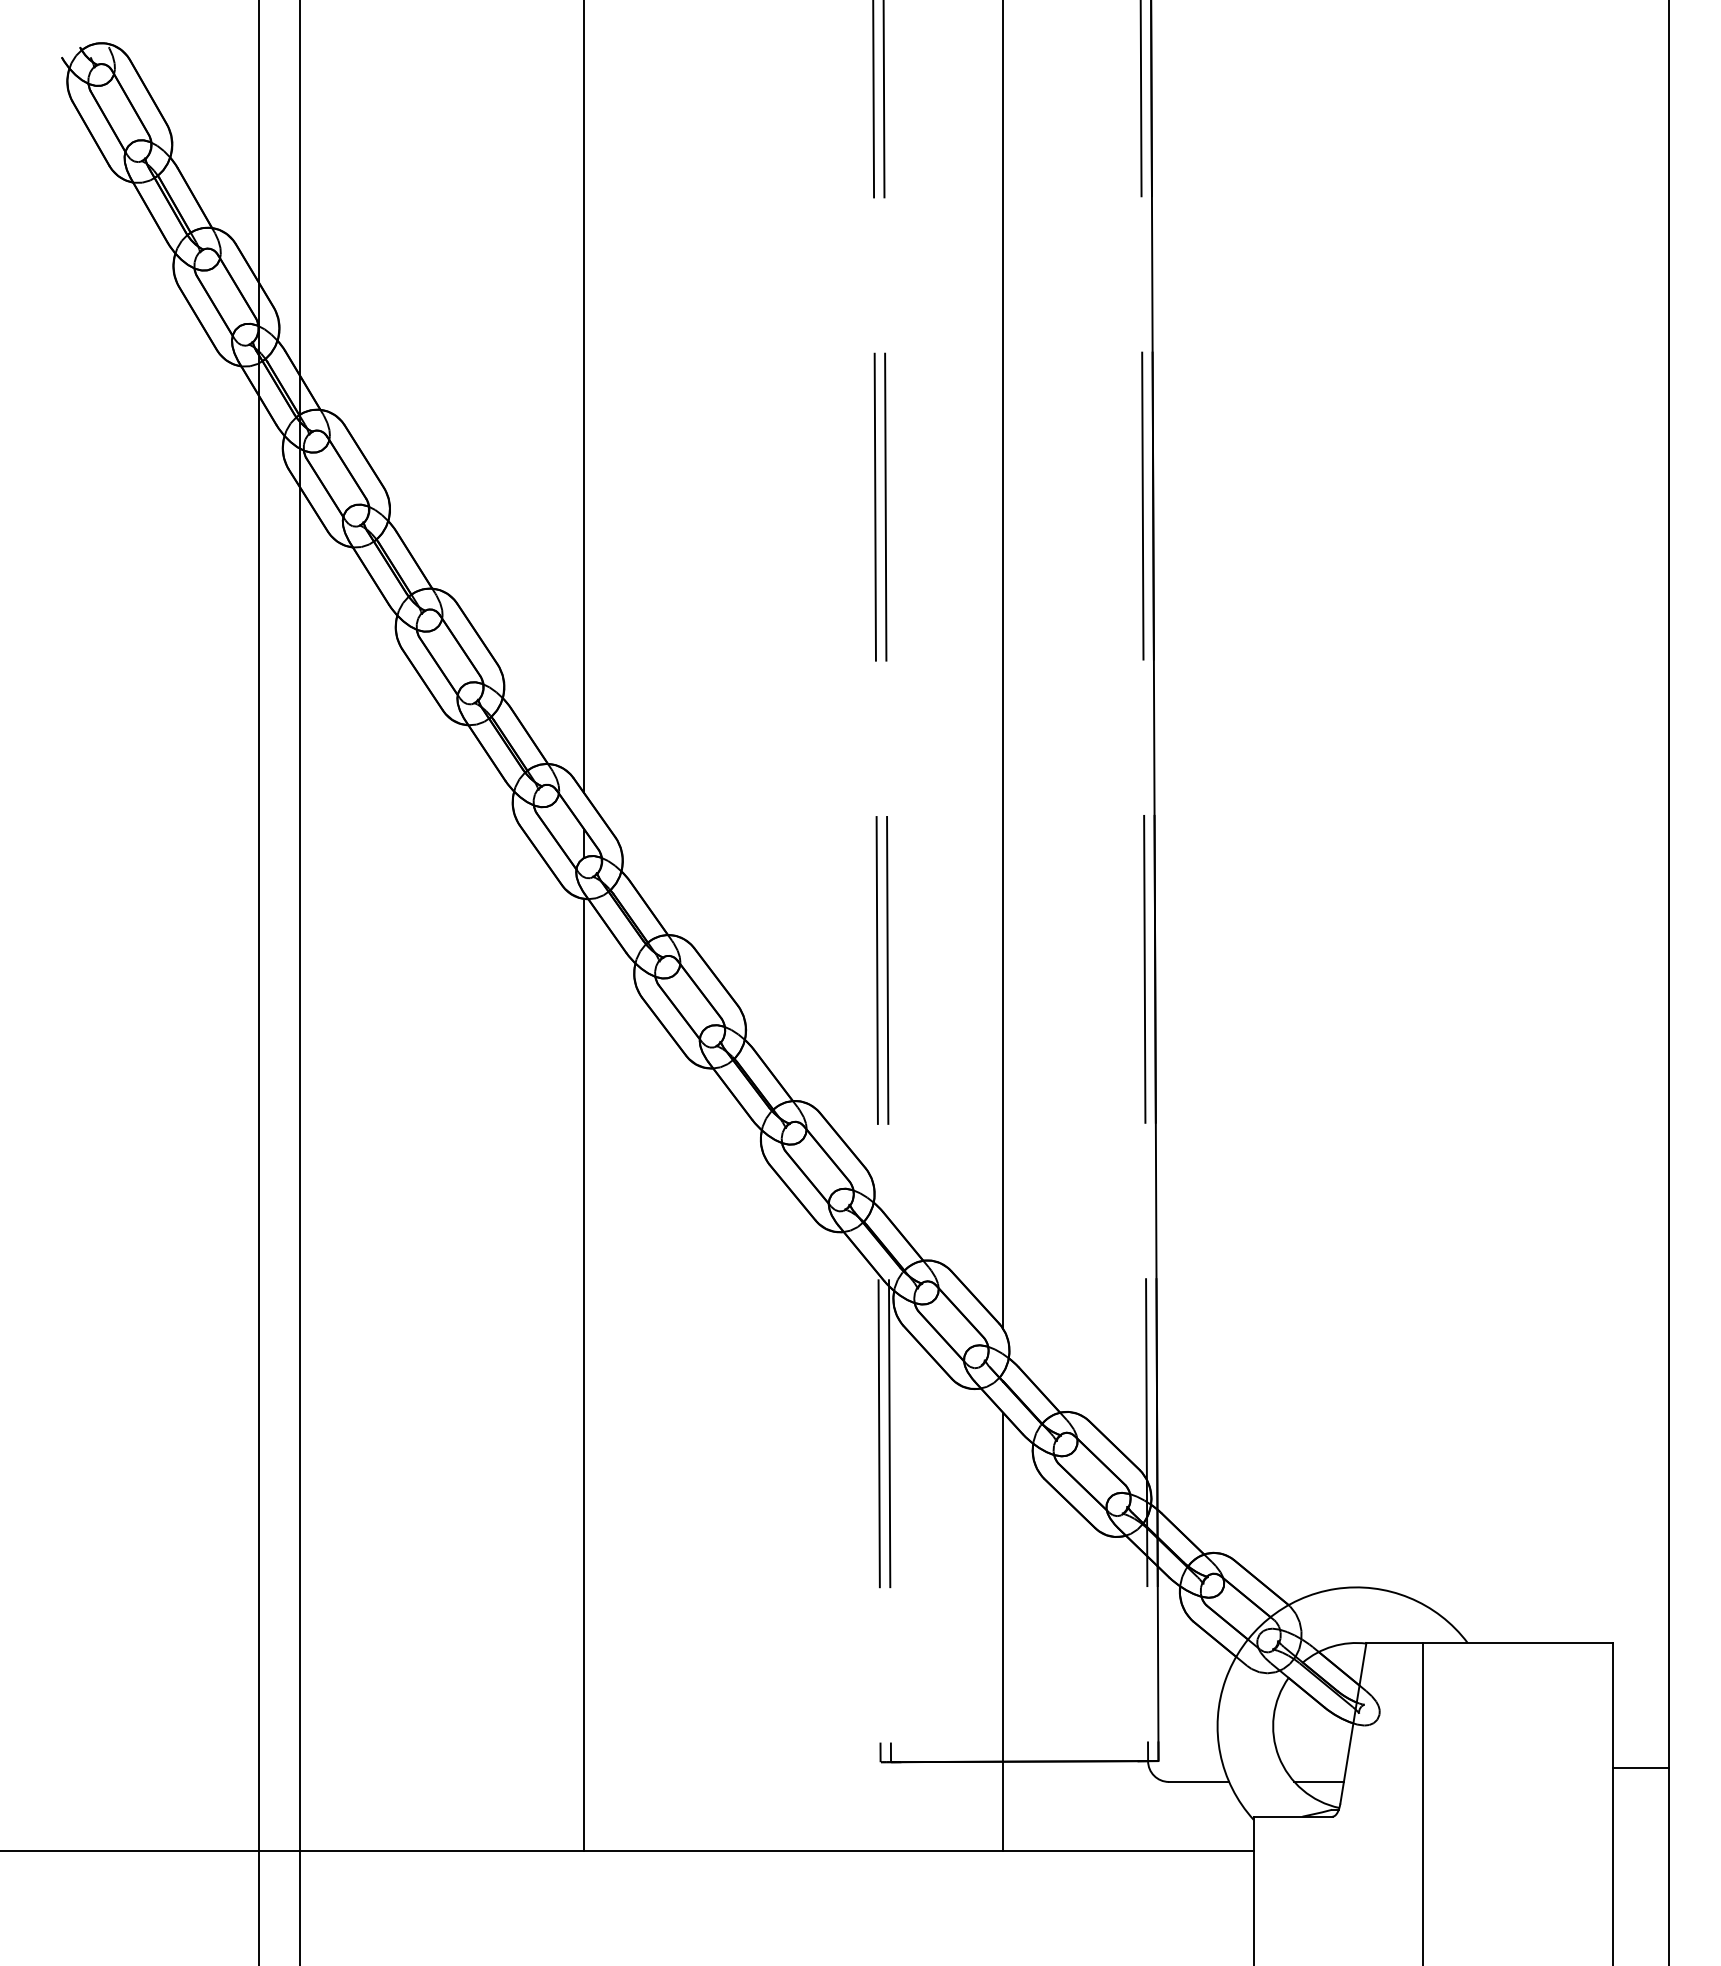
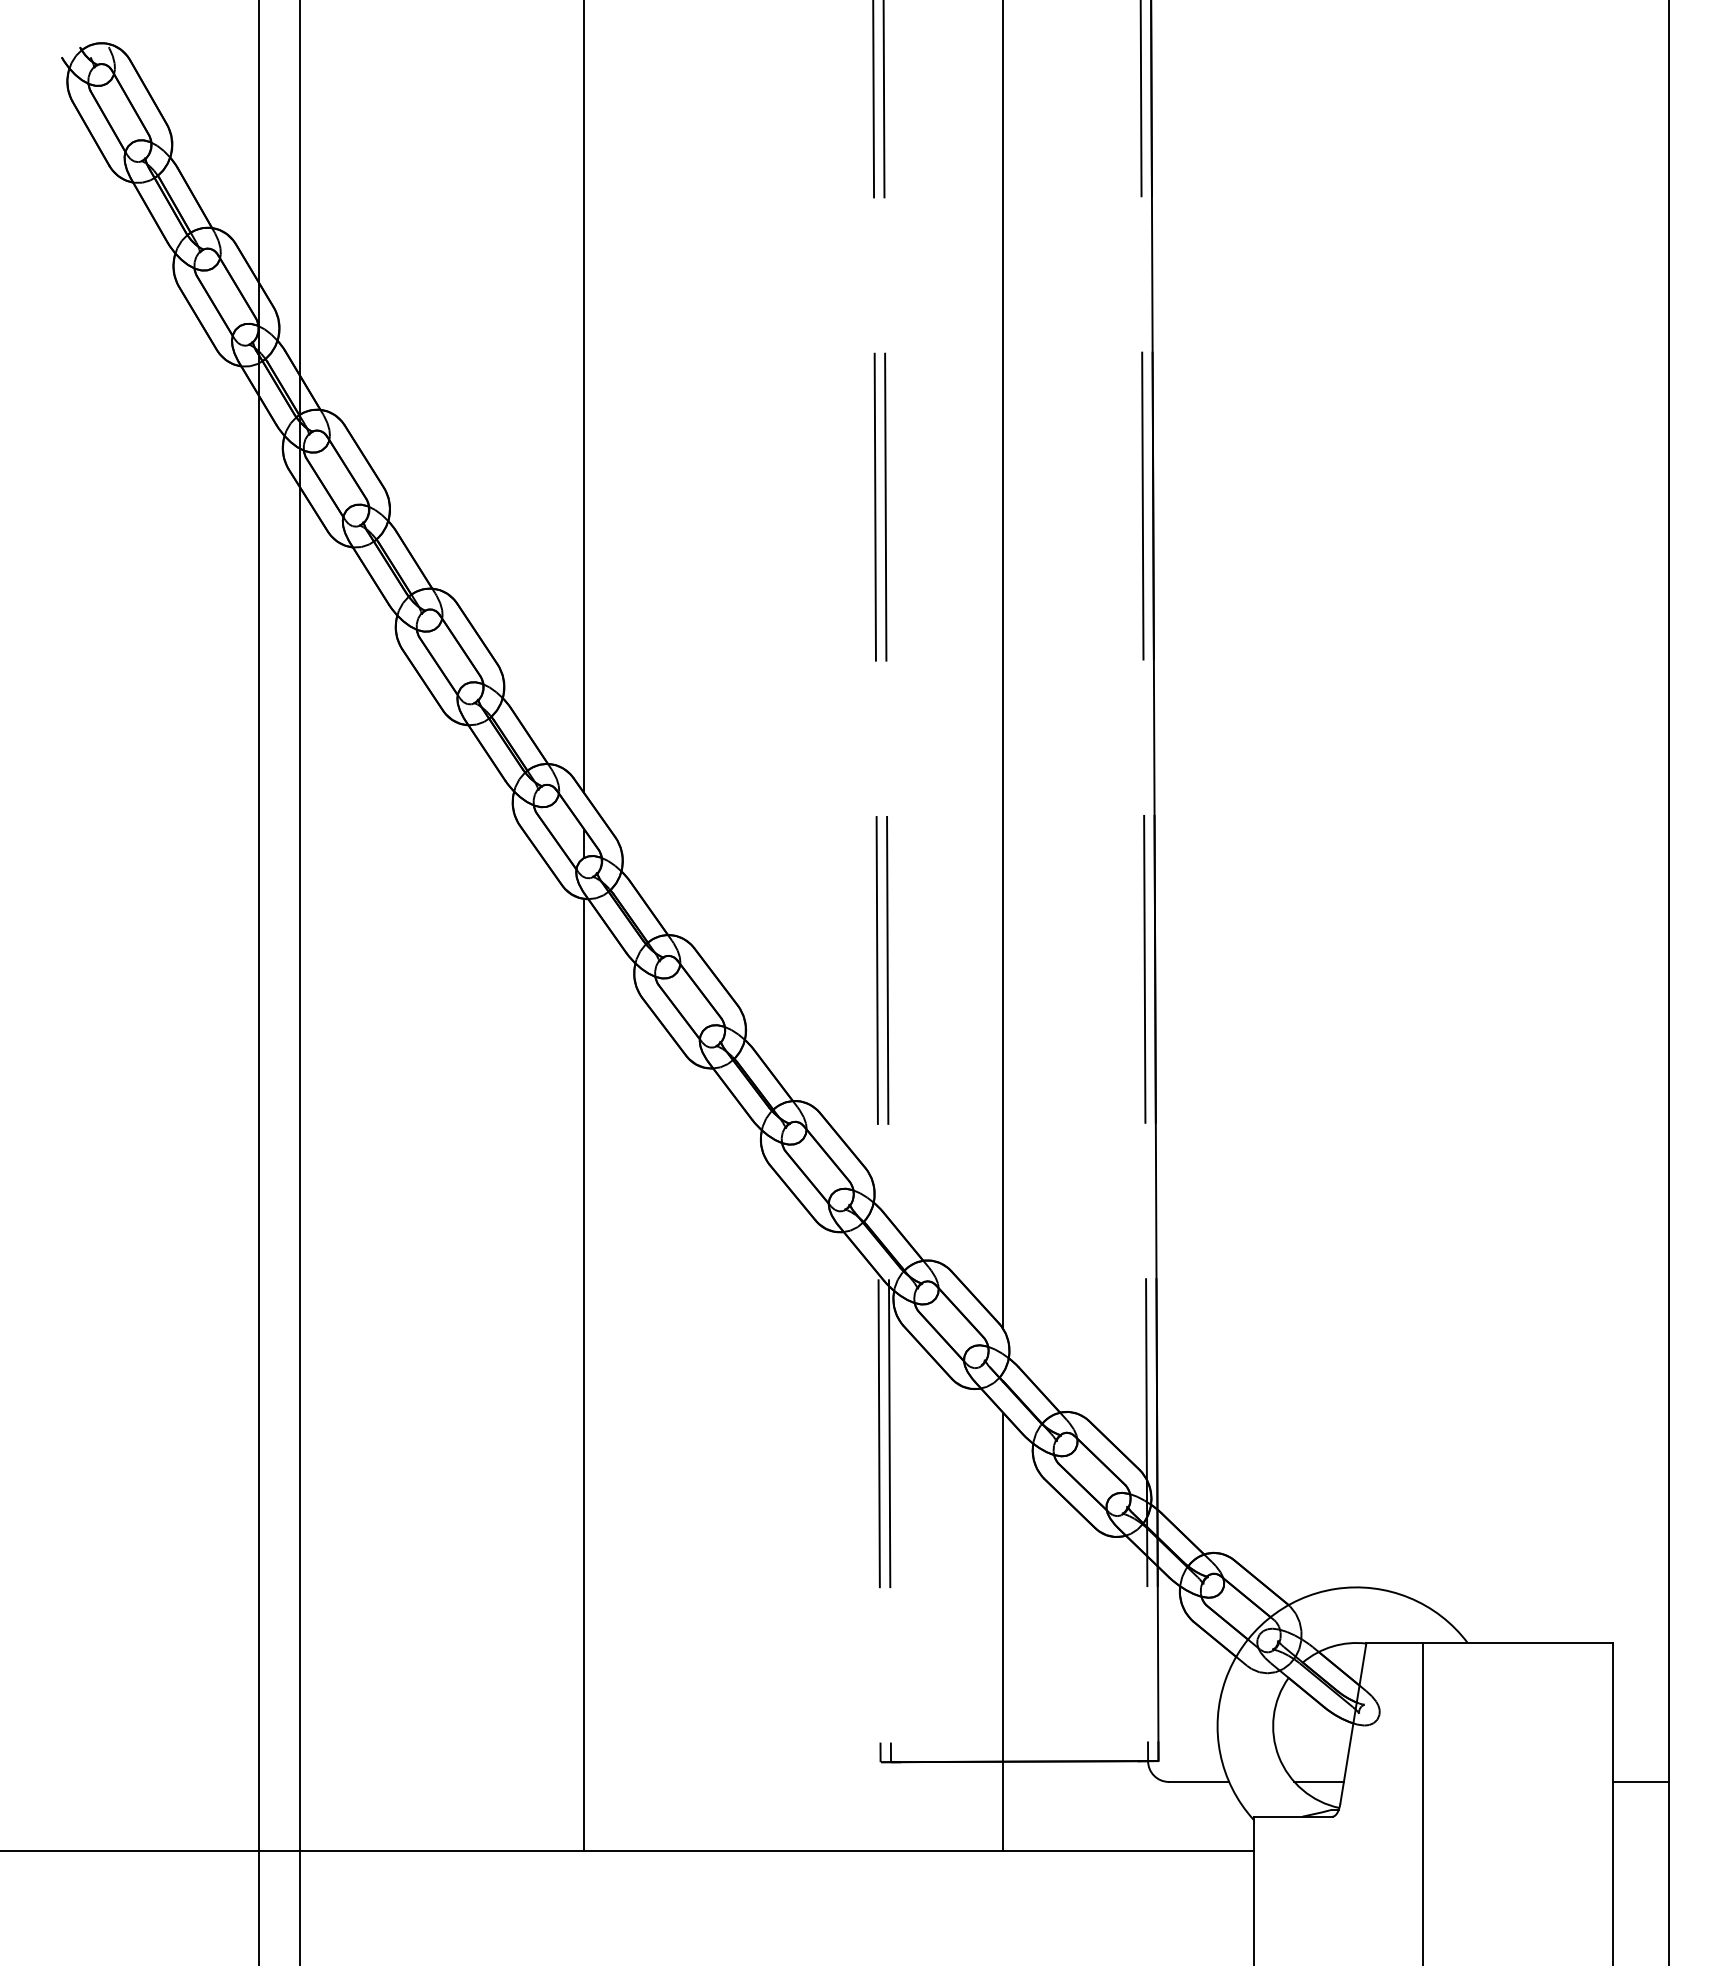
line at (1641, 1767) position: (1641, 1767) -> (1641, 1781)
